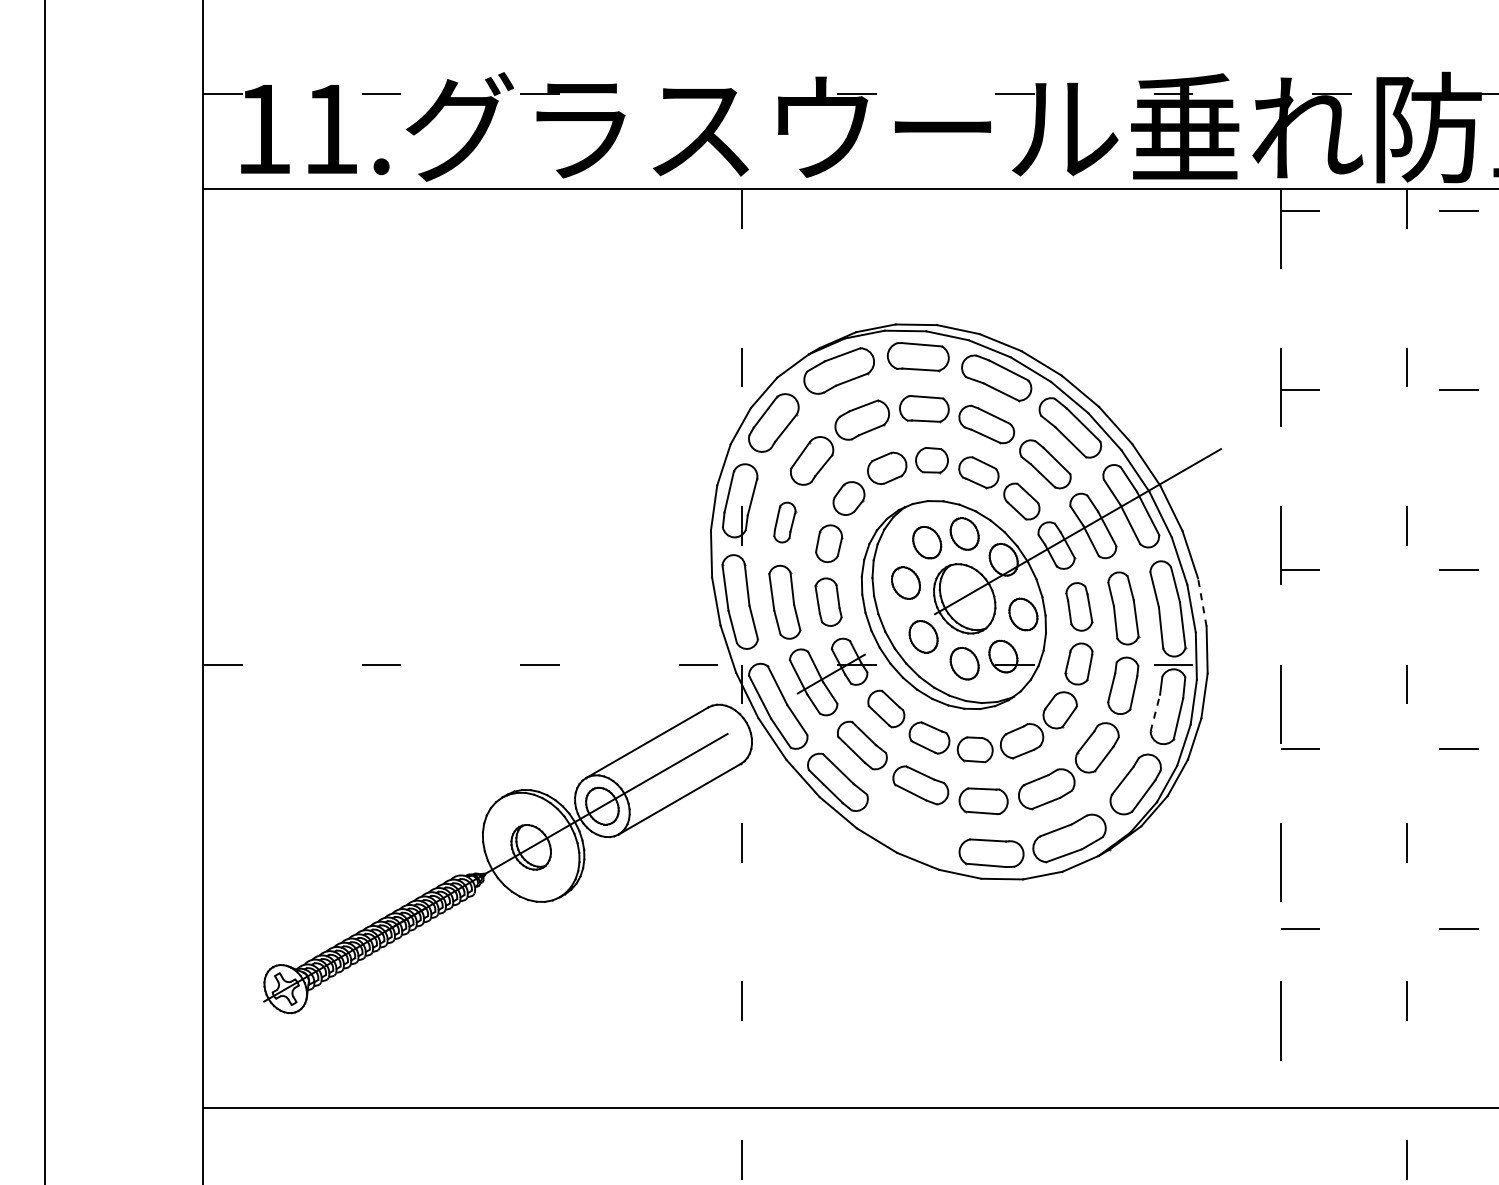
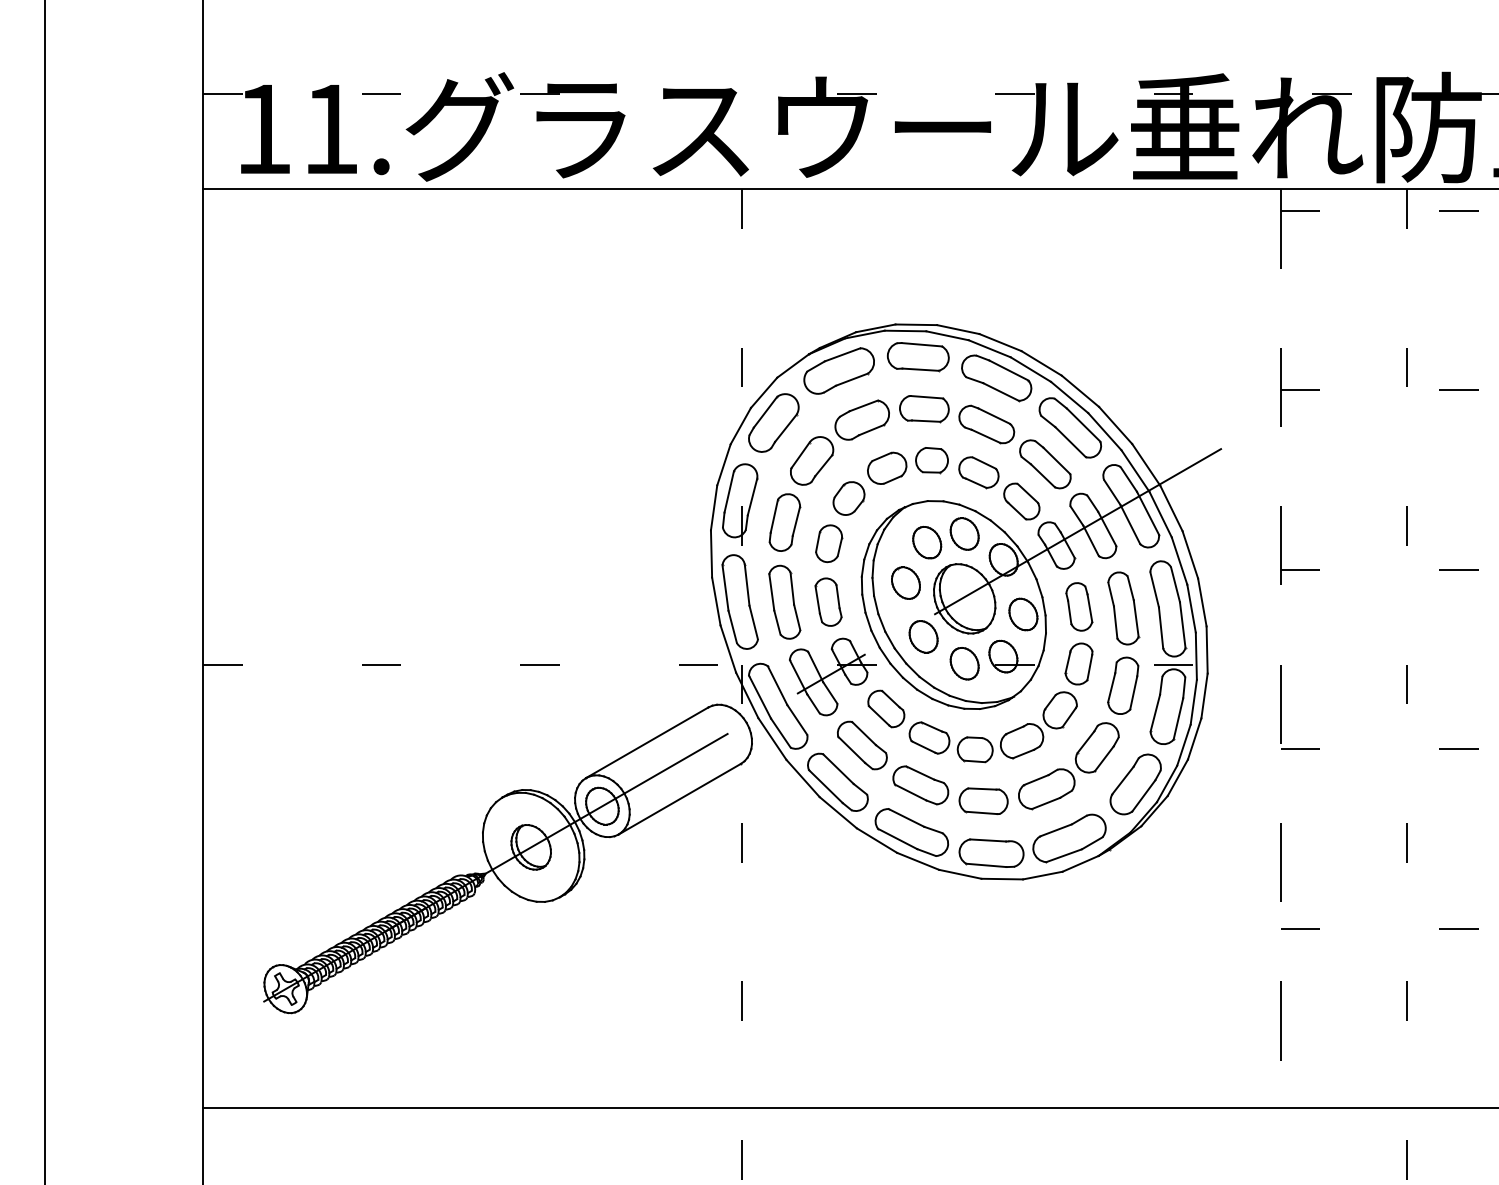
part at (785, 522) size: 25x43 px -> 34x59 px
line at (1202, 602): dashed -> solid
line at (1155, 713): dashed -> solid
part at (911, 832): none -> present
